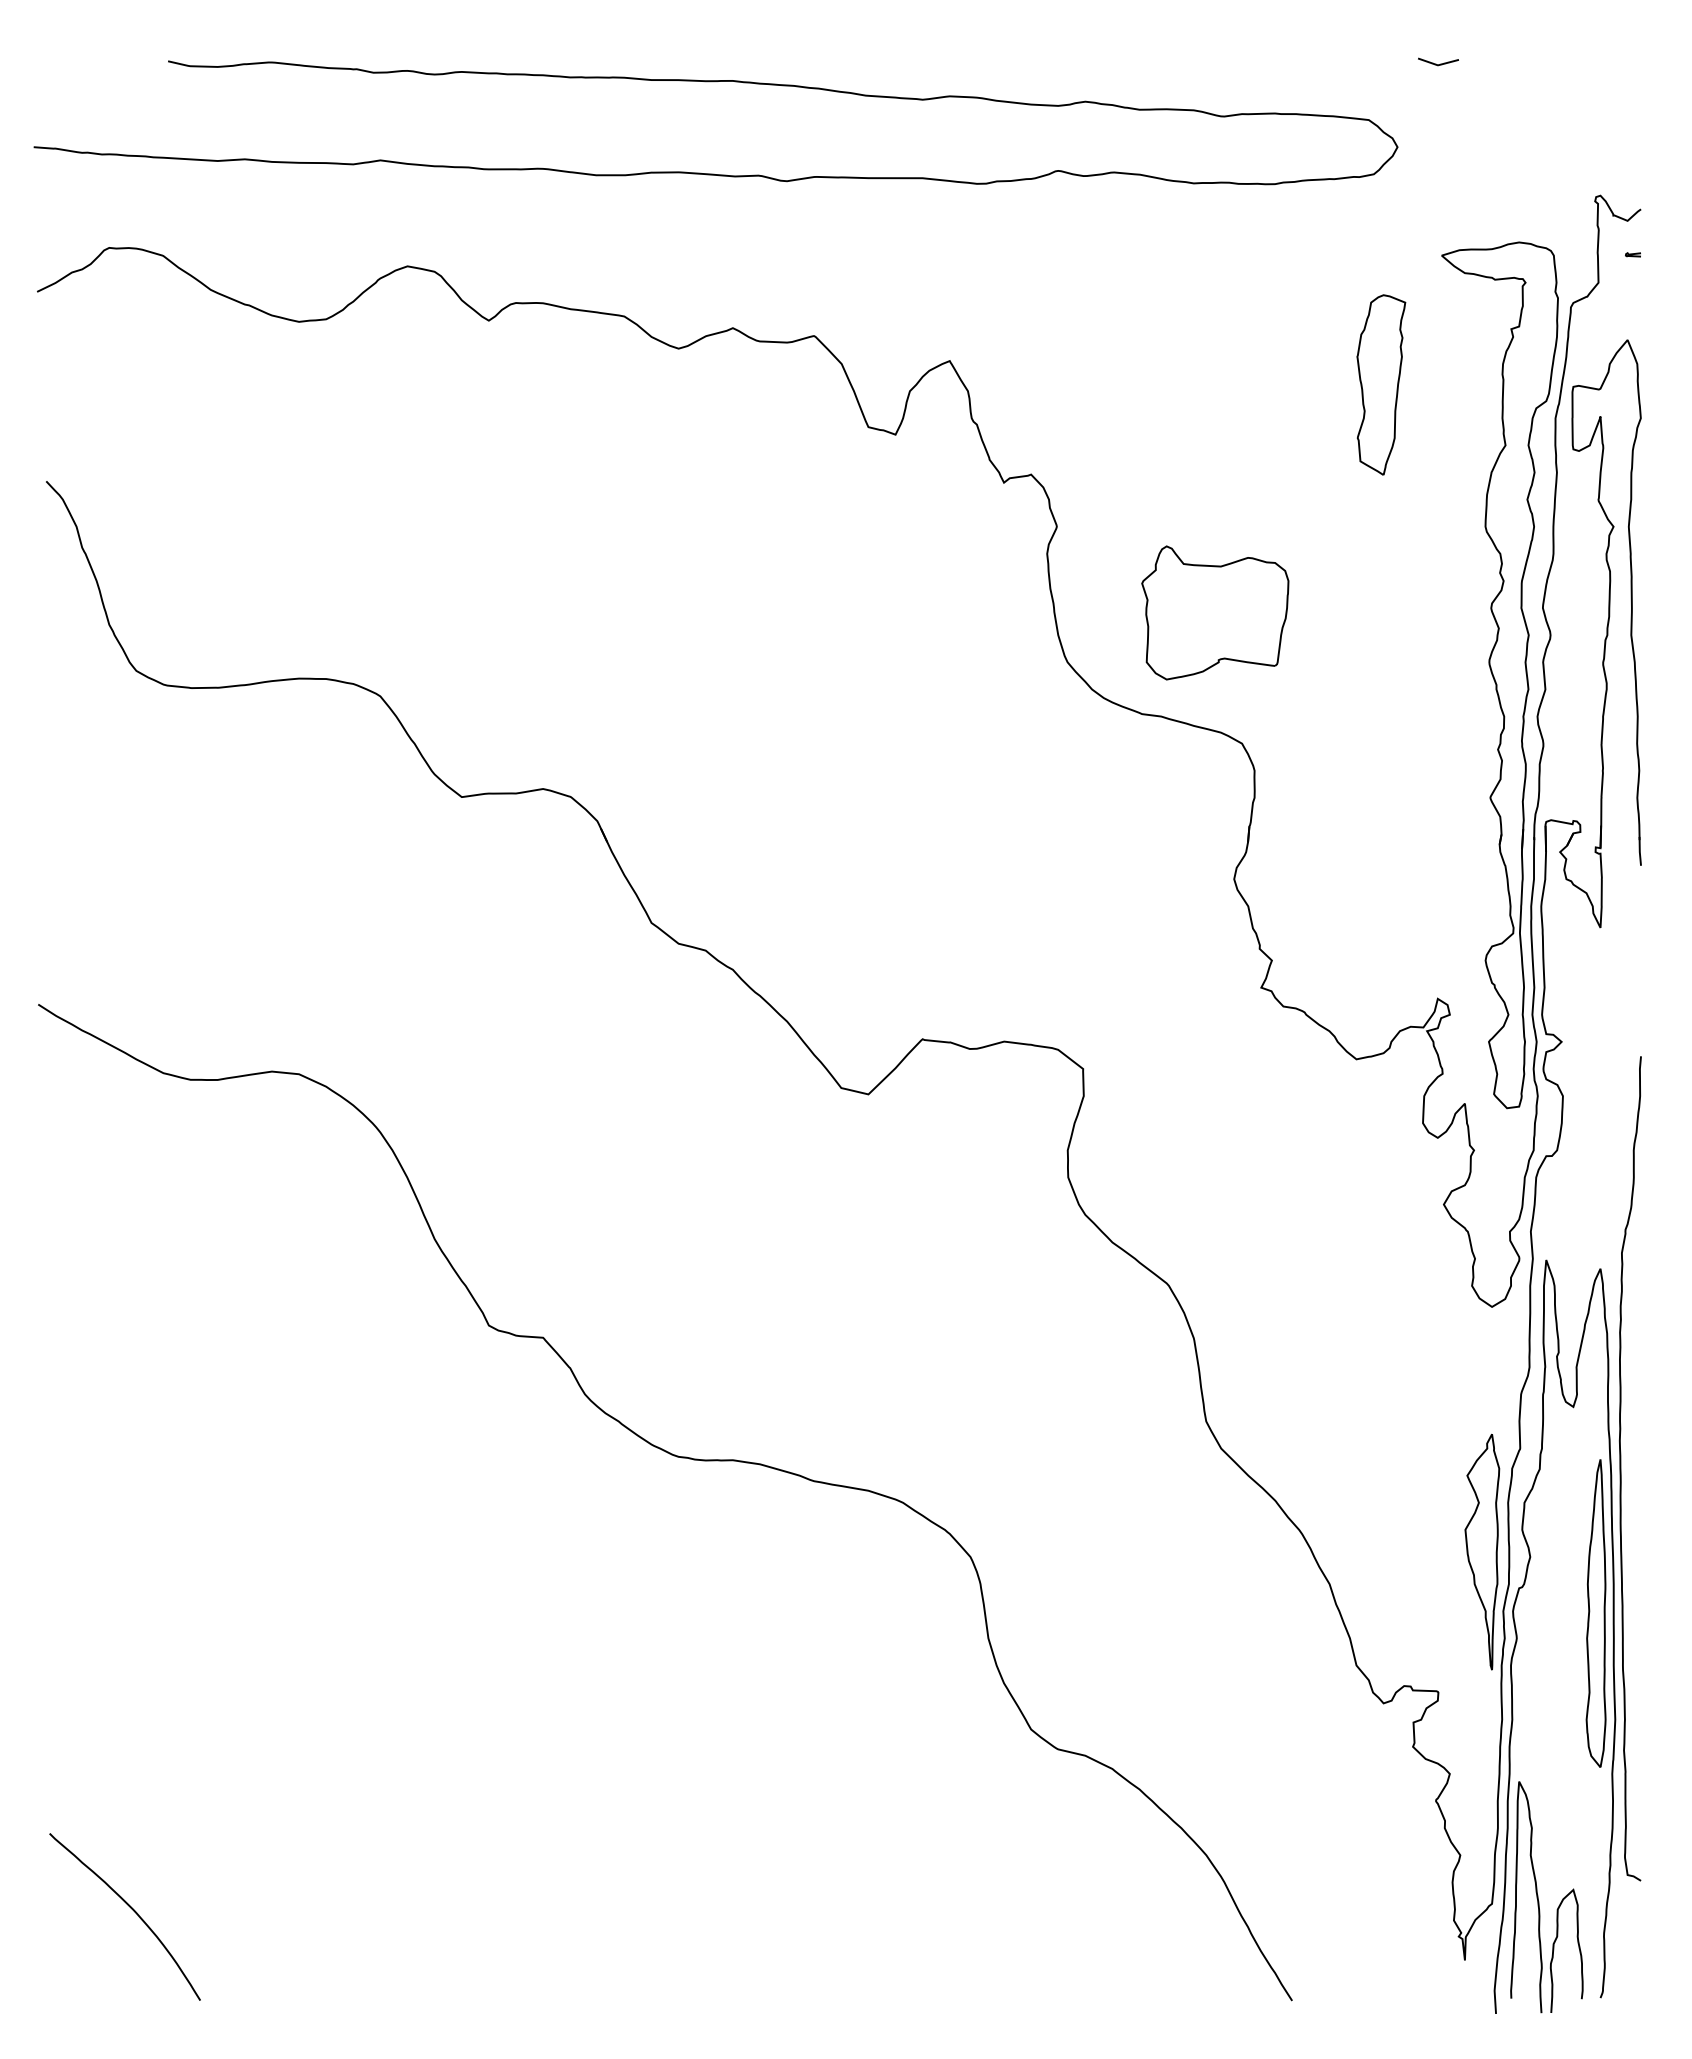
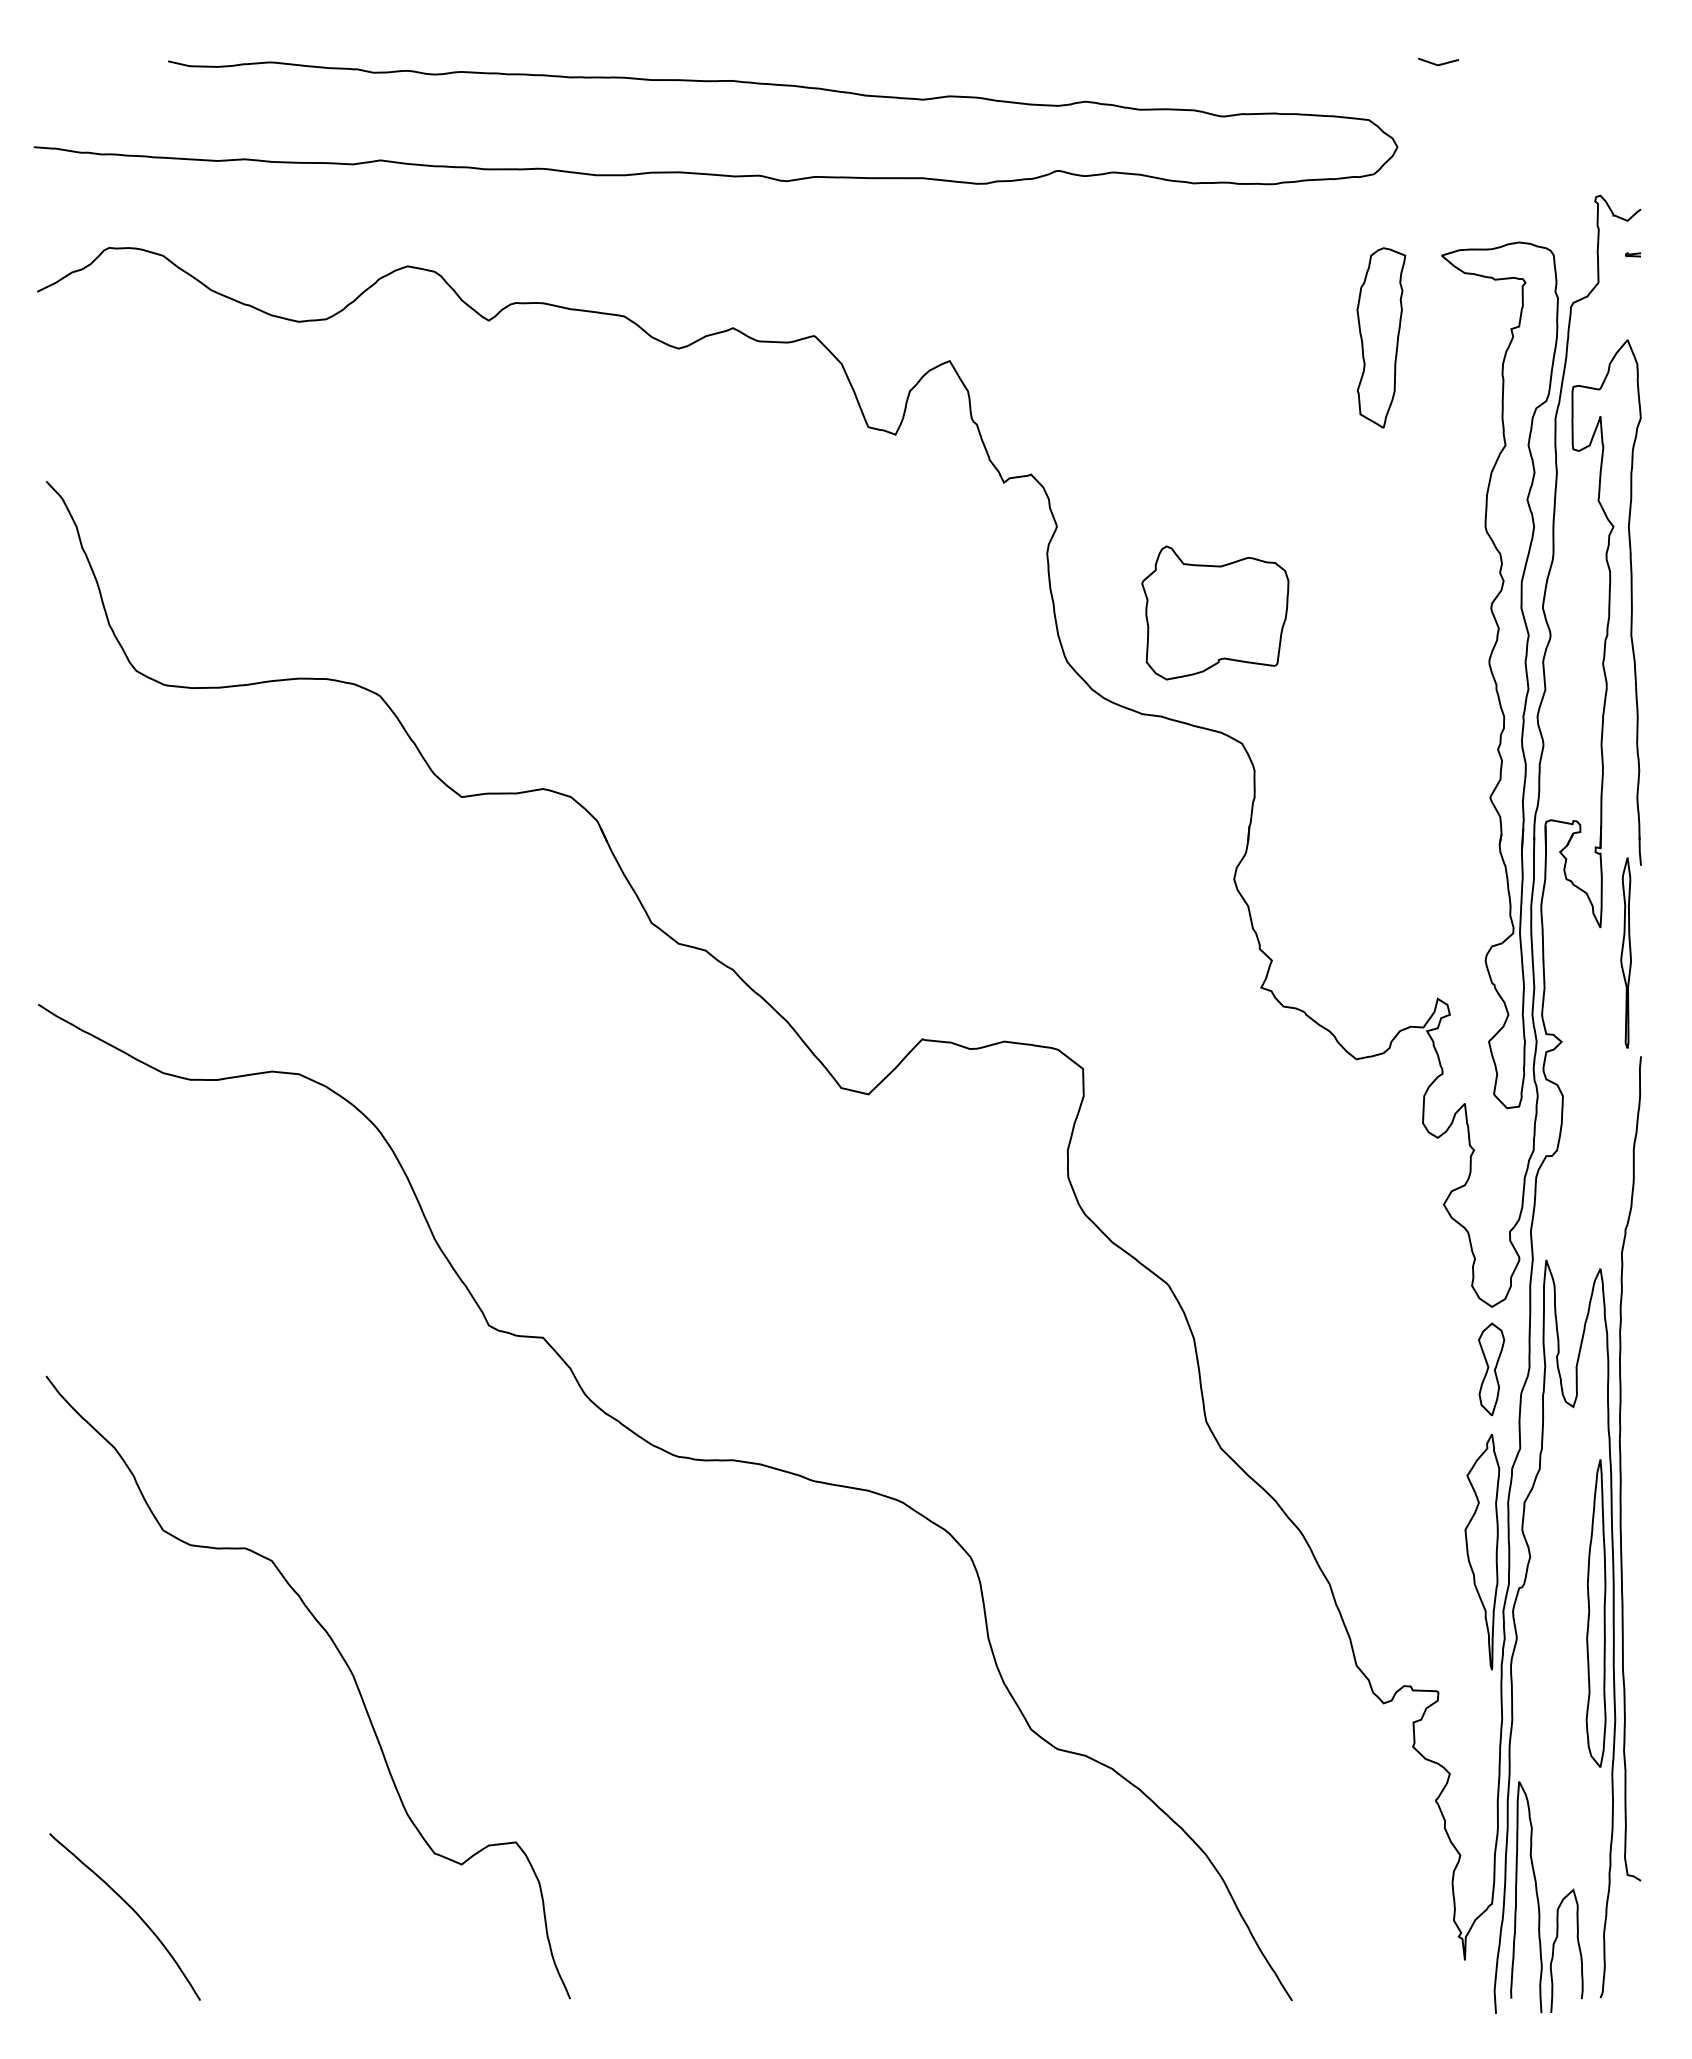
part at (1381, 384) position: (1381, 384) -> (1381, 337)
part at (1625, 952): none -> present
part at (1491, 1369): none -> present
curve at (345, 1664): none -> present
